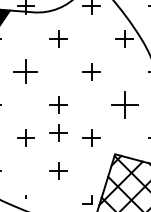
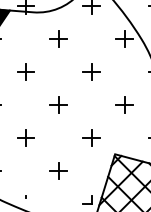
part at (25, 71) size: 25x25 px -> 18x18 px
part at (124, 104) size: 28x28 px -> 19x18 px
part at (58, 132): present -> none
